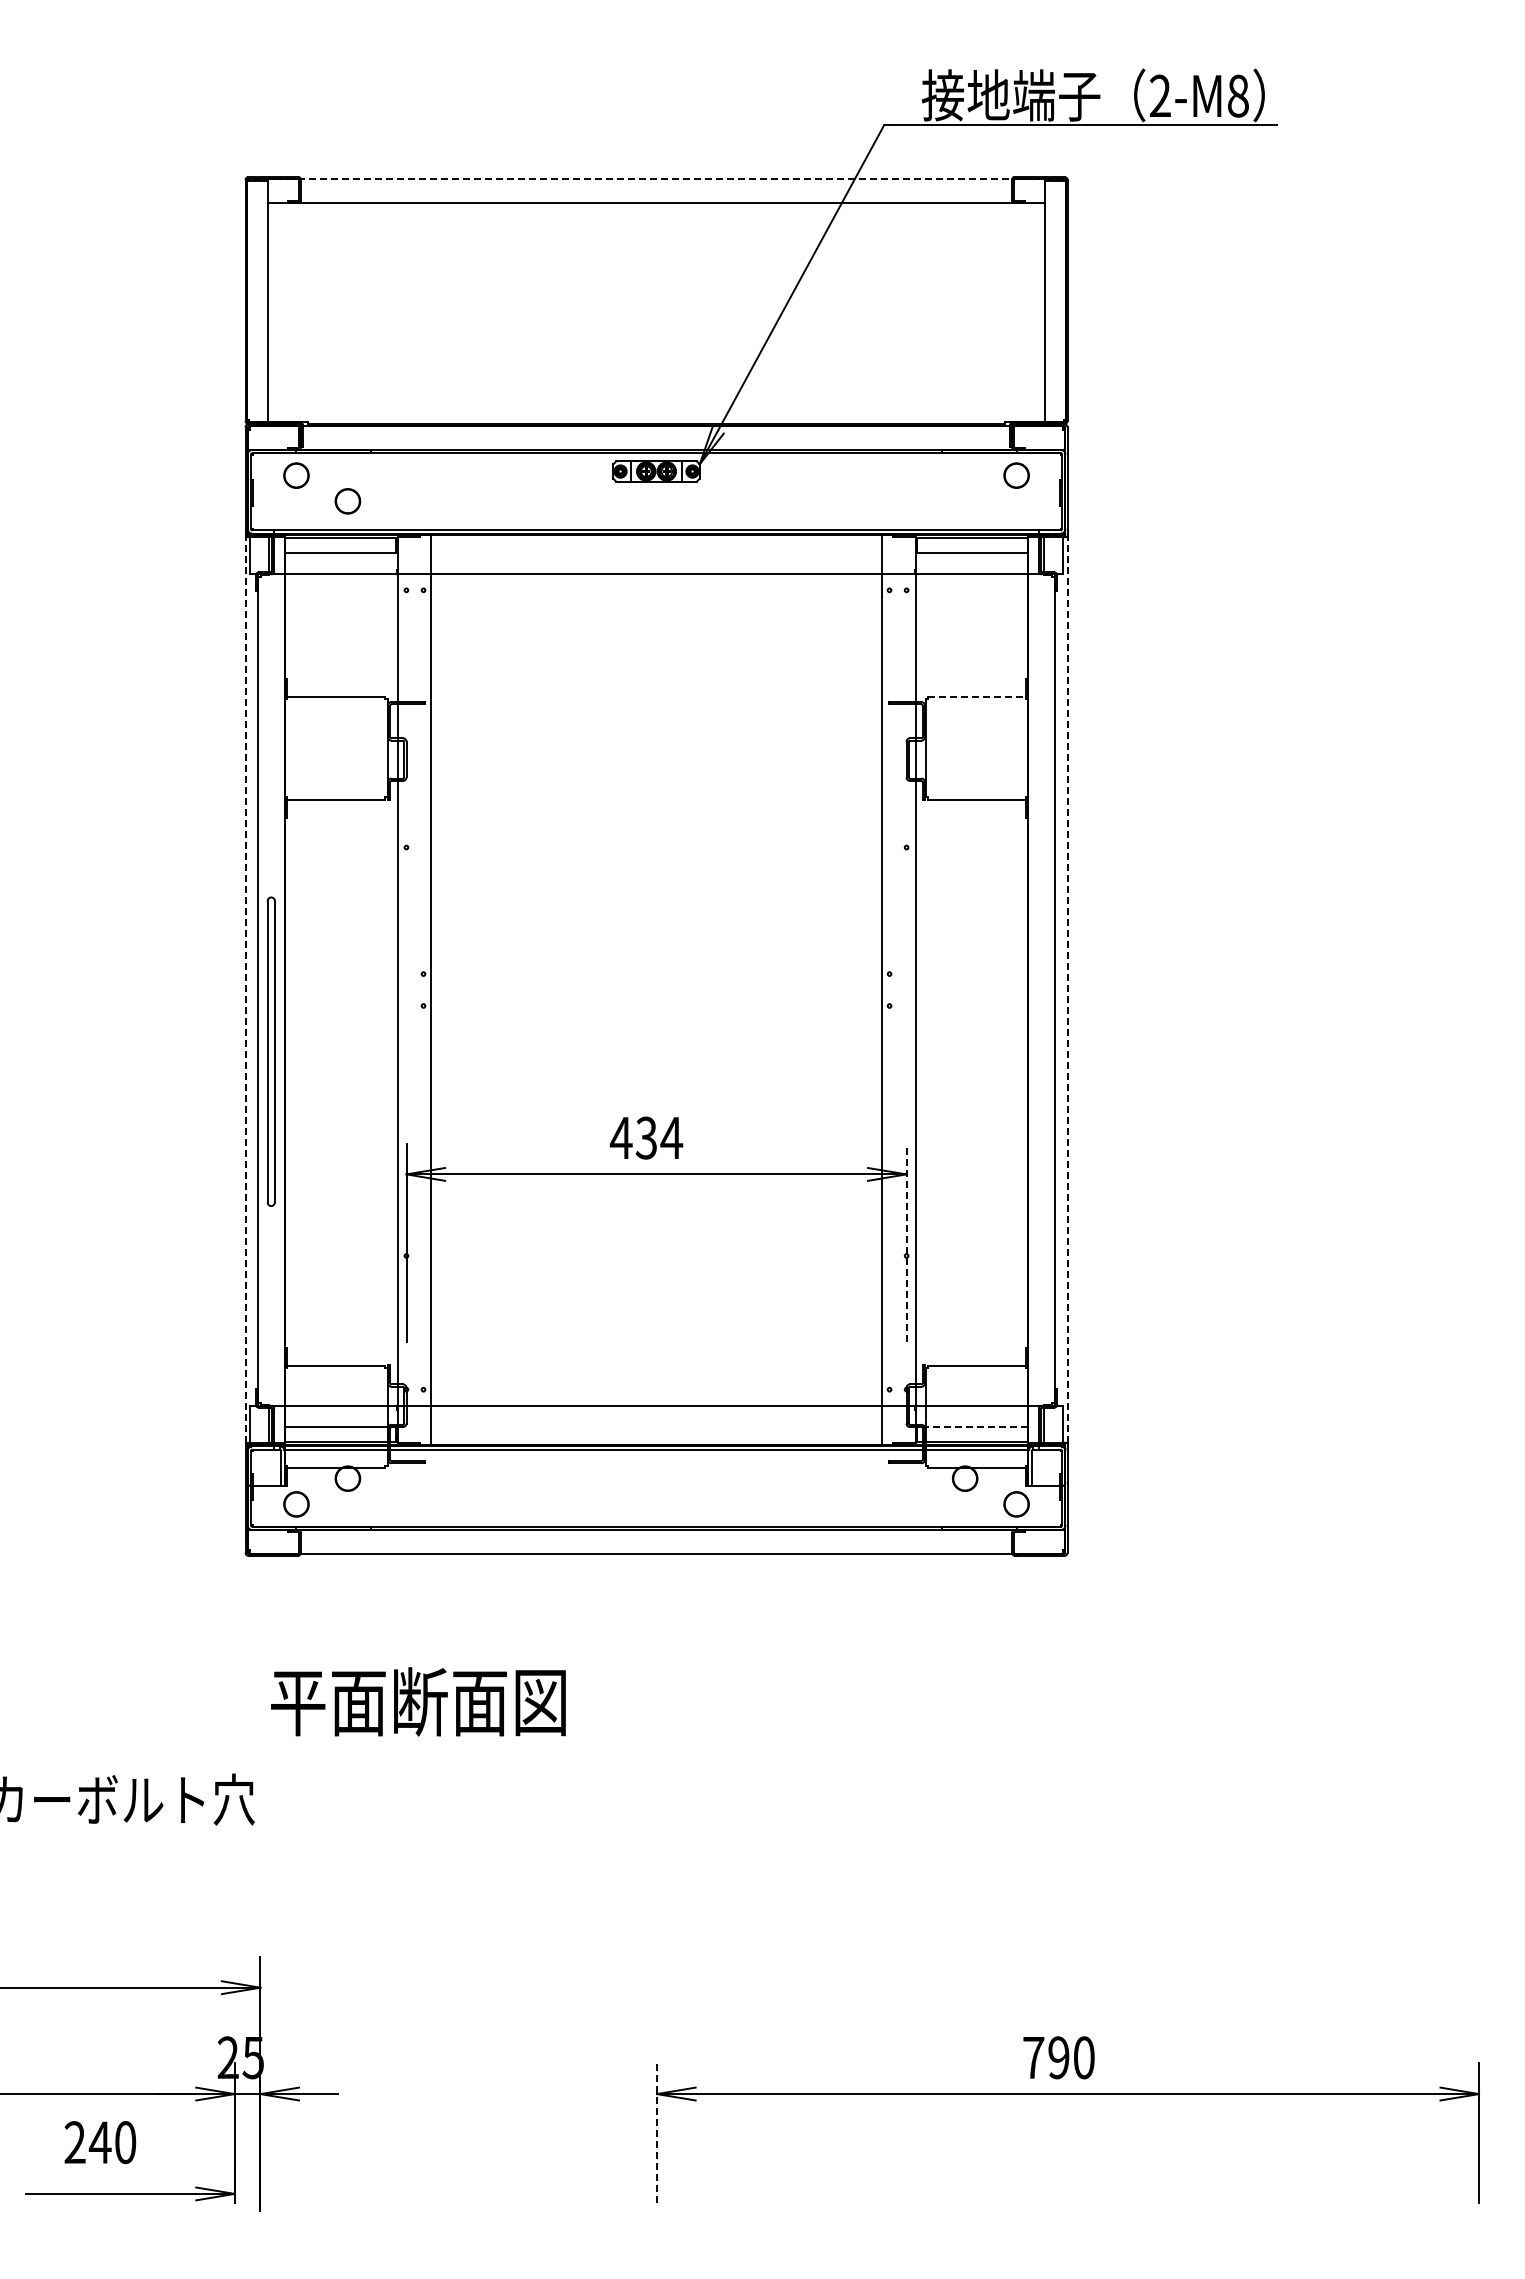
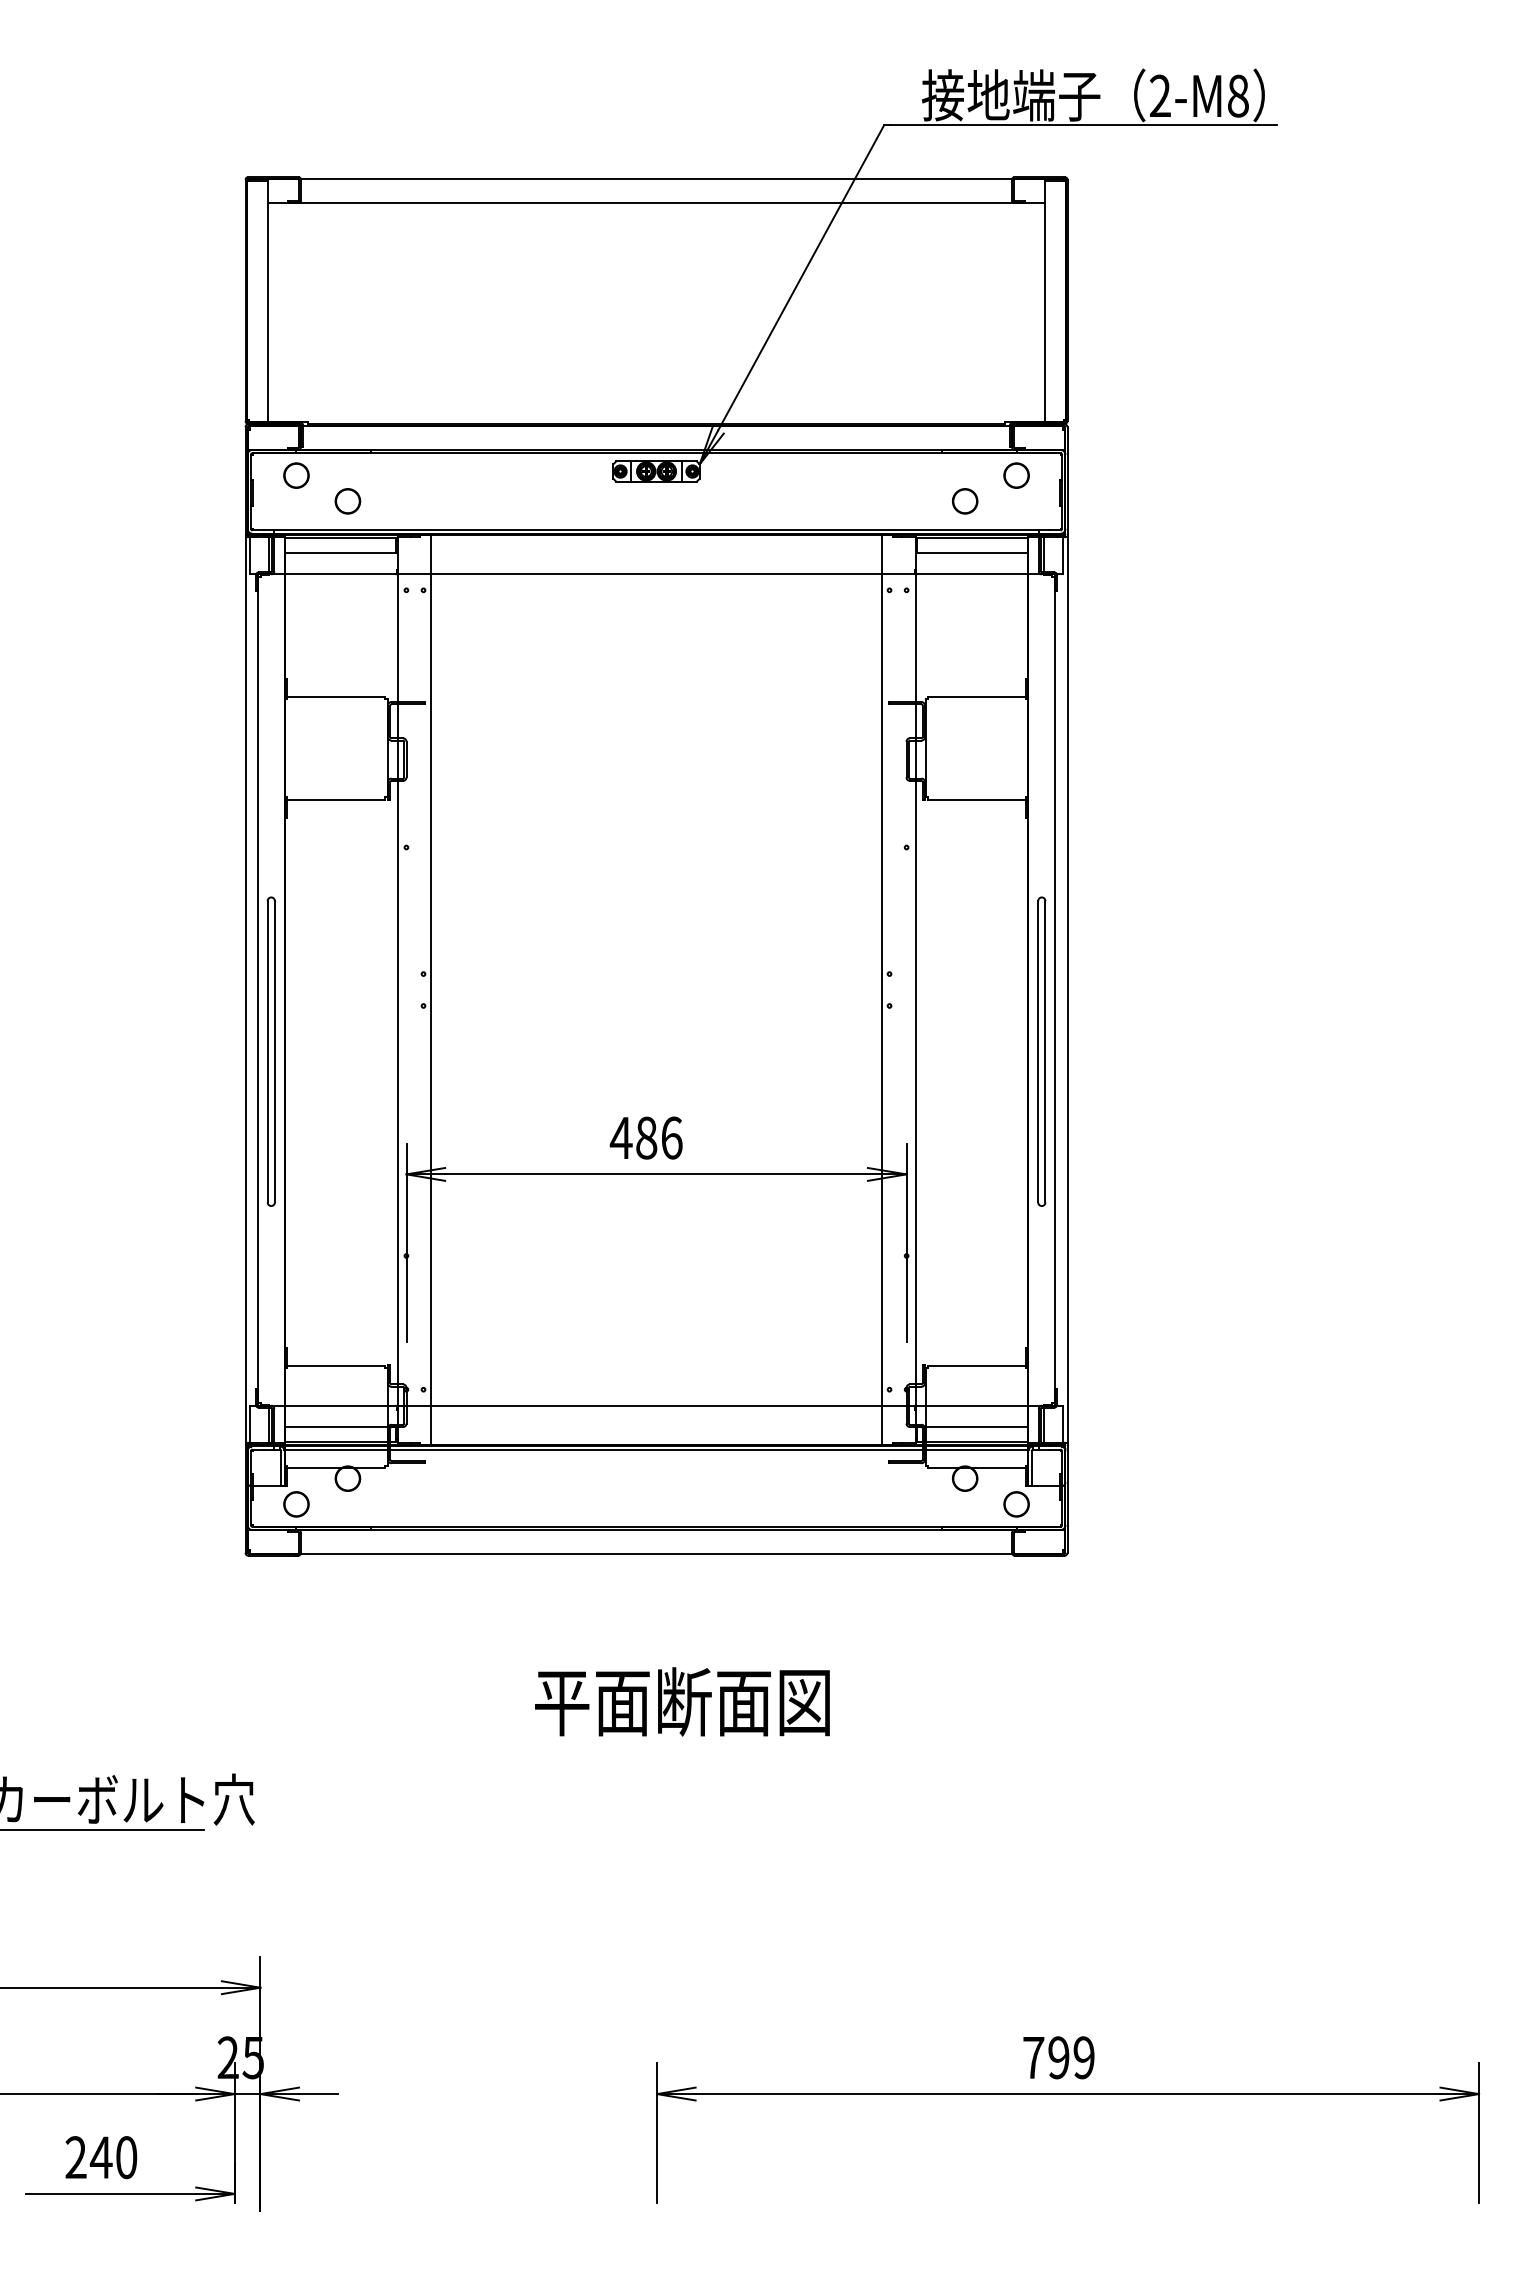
line at (656, 179): dashed -> solid
circle at (965, 501): none -> present
line at (977, 696): dashed -> solid
line at (245, 990): dashed -> solid
line at (1067, 990): dashed -> solid
part at (1041, 1051): none -> present
text at (659, 1137): 434 -> 486
line at (906, 1242): dashed -> solid
line at (972, 1426): dashed -> solid
text at (418, 1701) position: (418, 1701) -> (682, 1701)
line at (103, 1829): none -> present
text at (1083, 2057): 790 -> 799
line at (657, 2133): dashed -> solid
text at (100, 2142) position: (100, 2142) -> (101, 2157)
